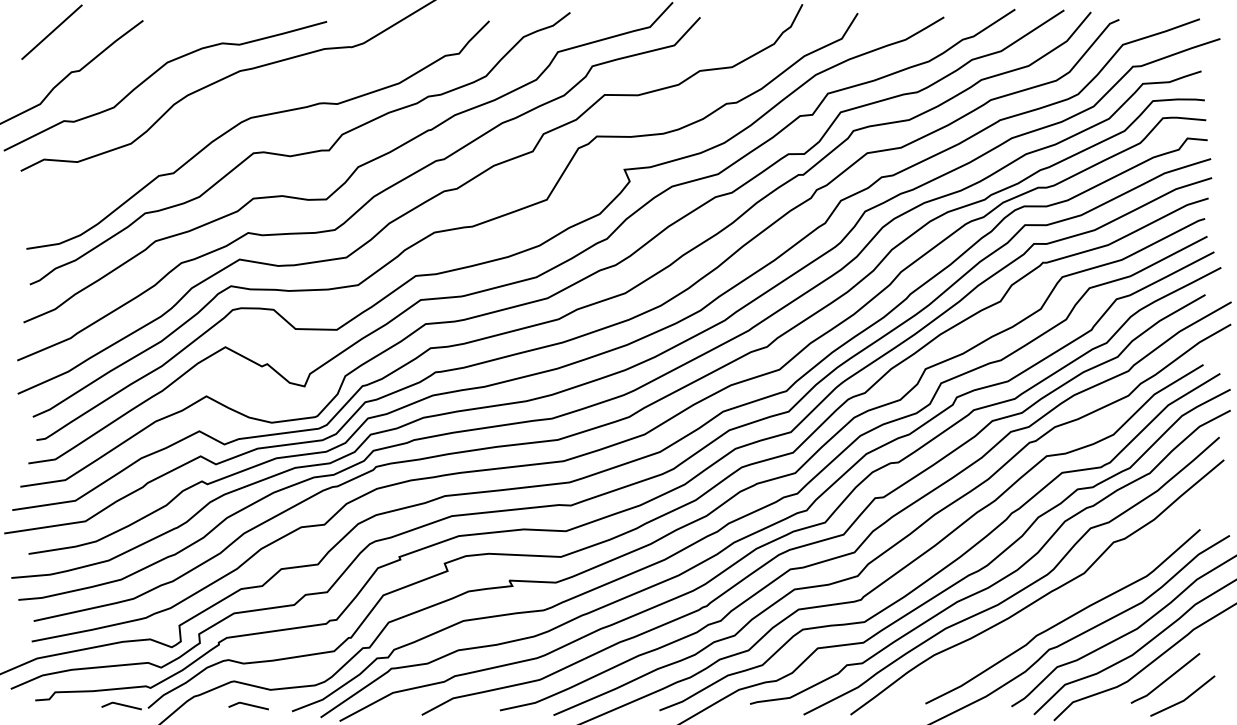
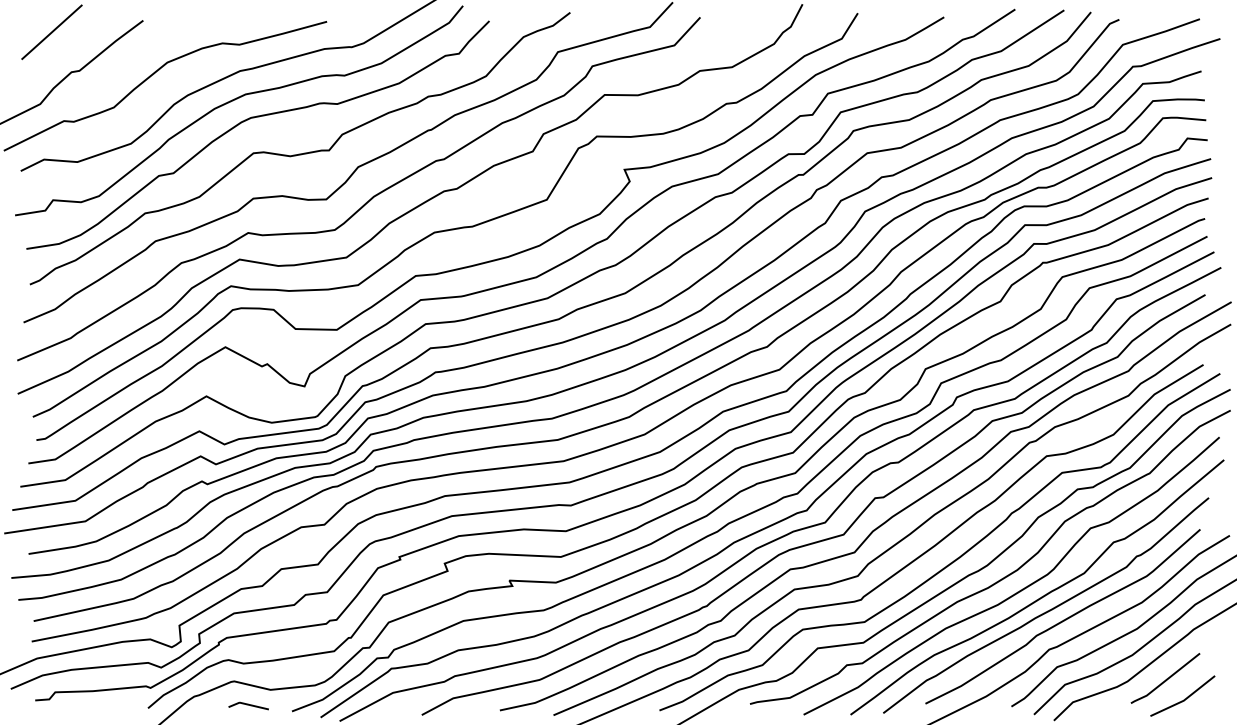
curve at (235, 100): none -> present
curve at (1049, 609): none -> present
line at (121, 705): present -> none
